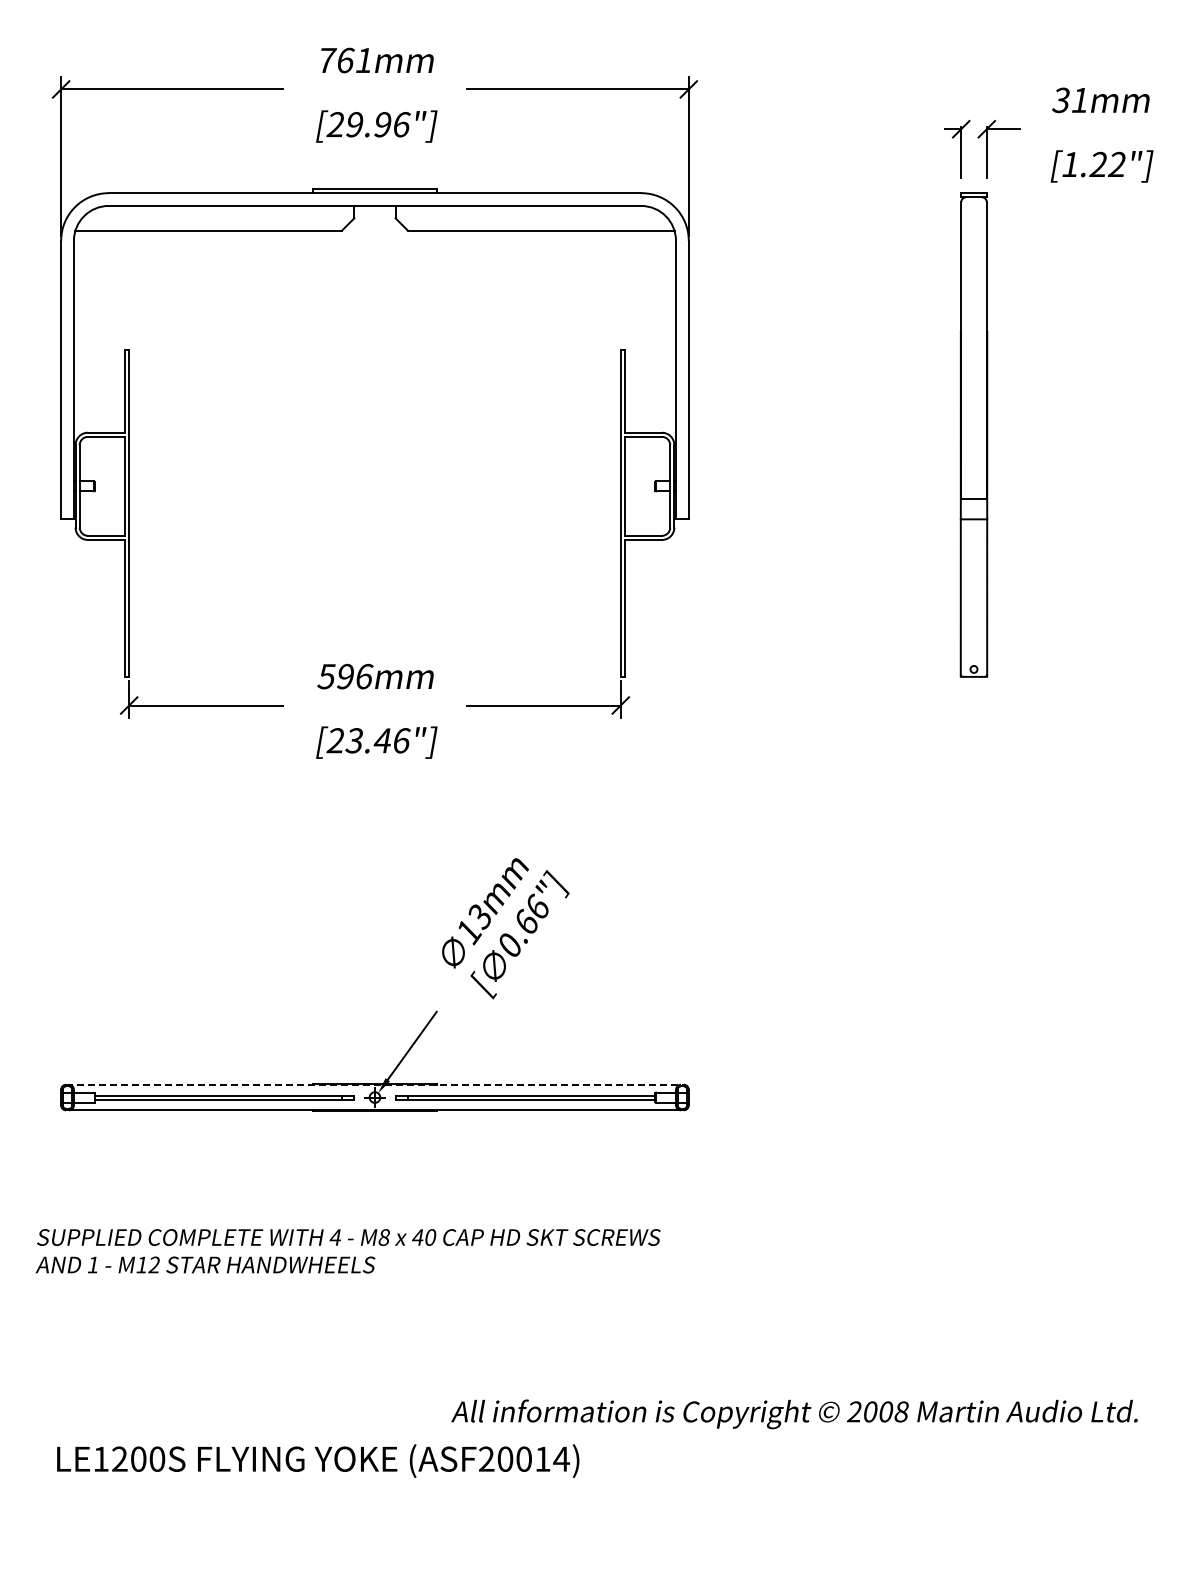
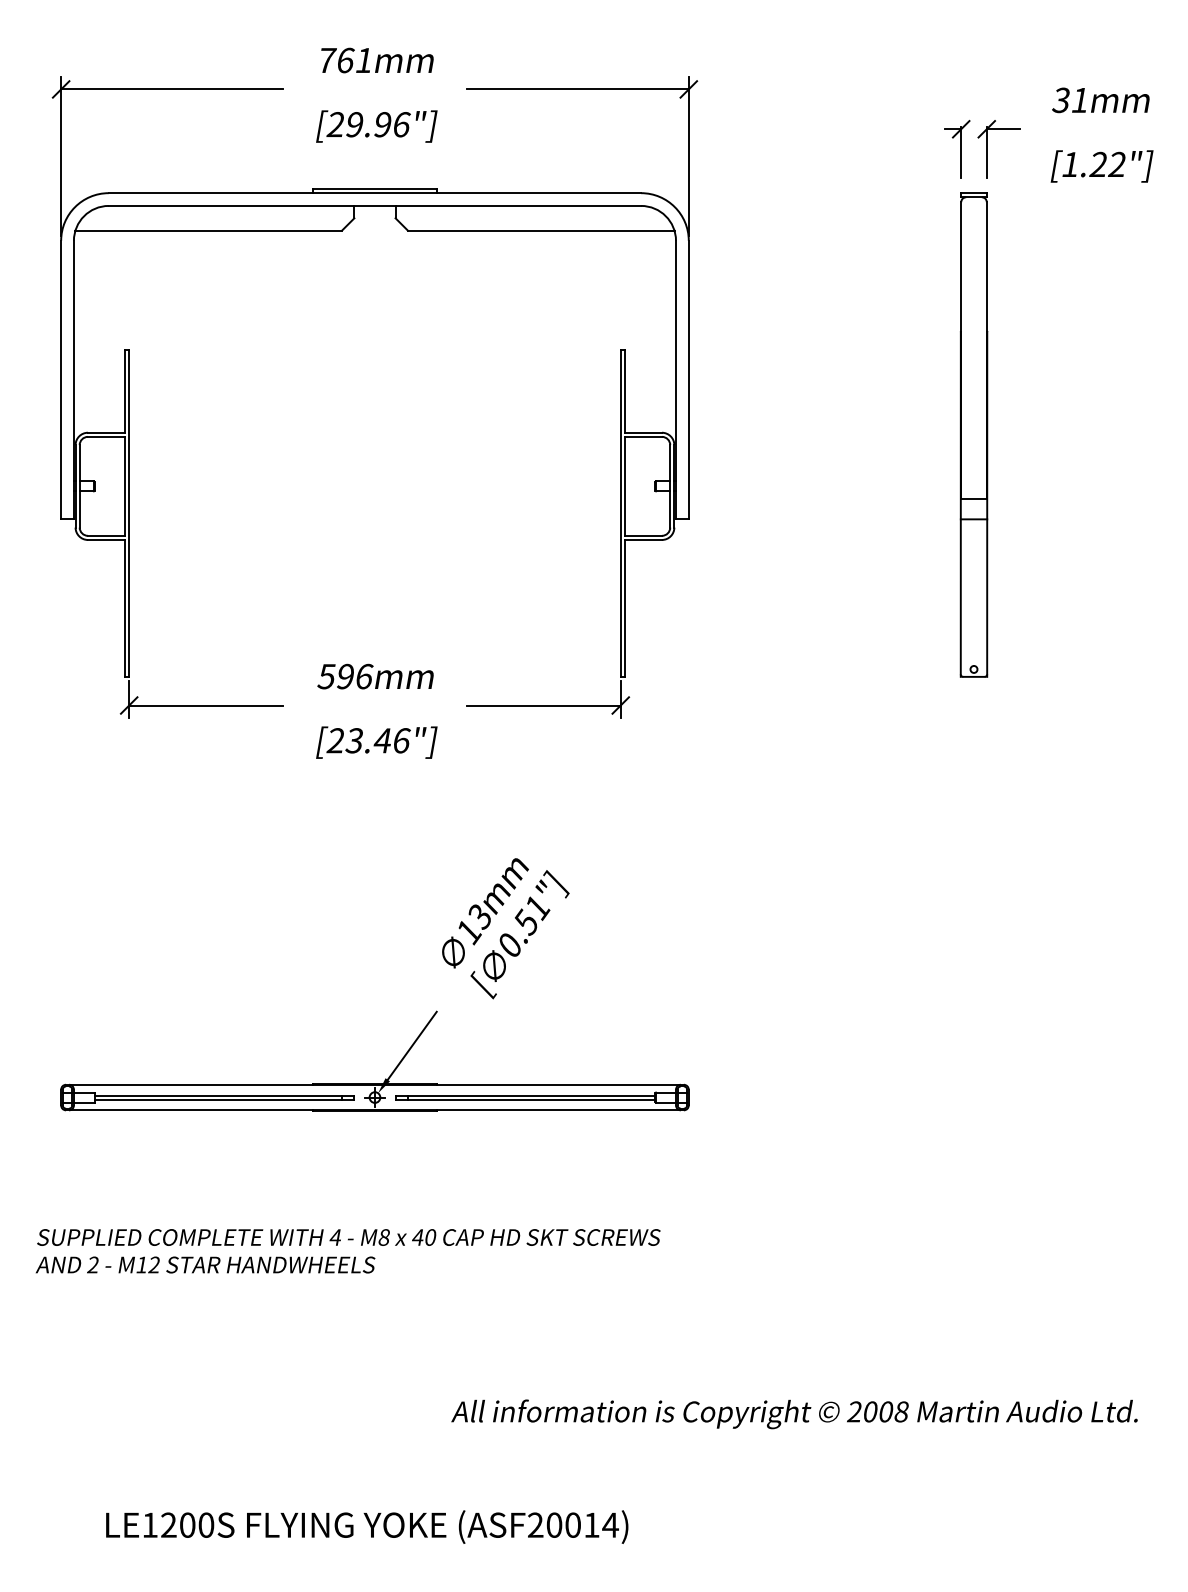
text at (532, 914): 0.66"] -> 0.51"]
line at (374, 1084): dashed -> solid
text at (92, 1264): 1 -> 2
text at (318, 1460) position: (318, 1460) -> (367, 1526)
